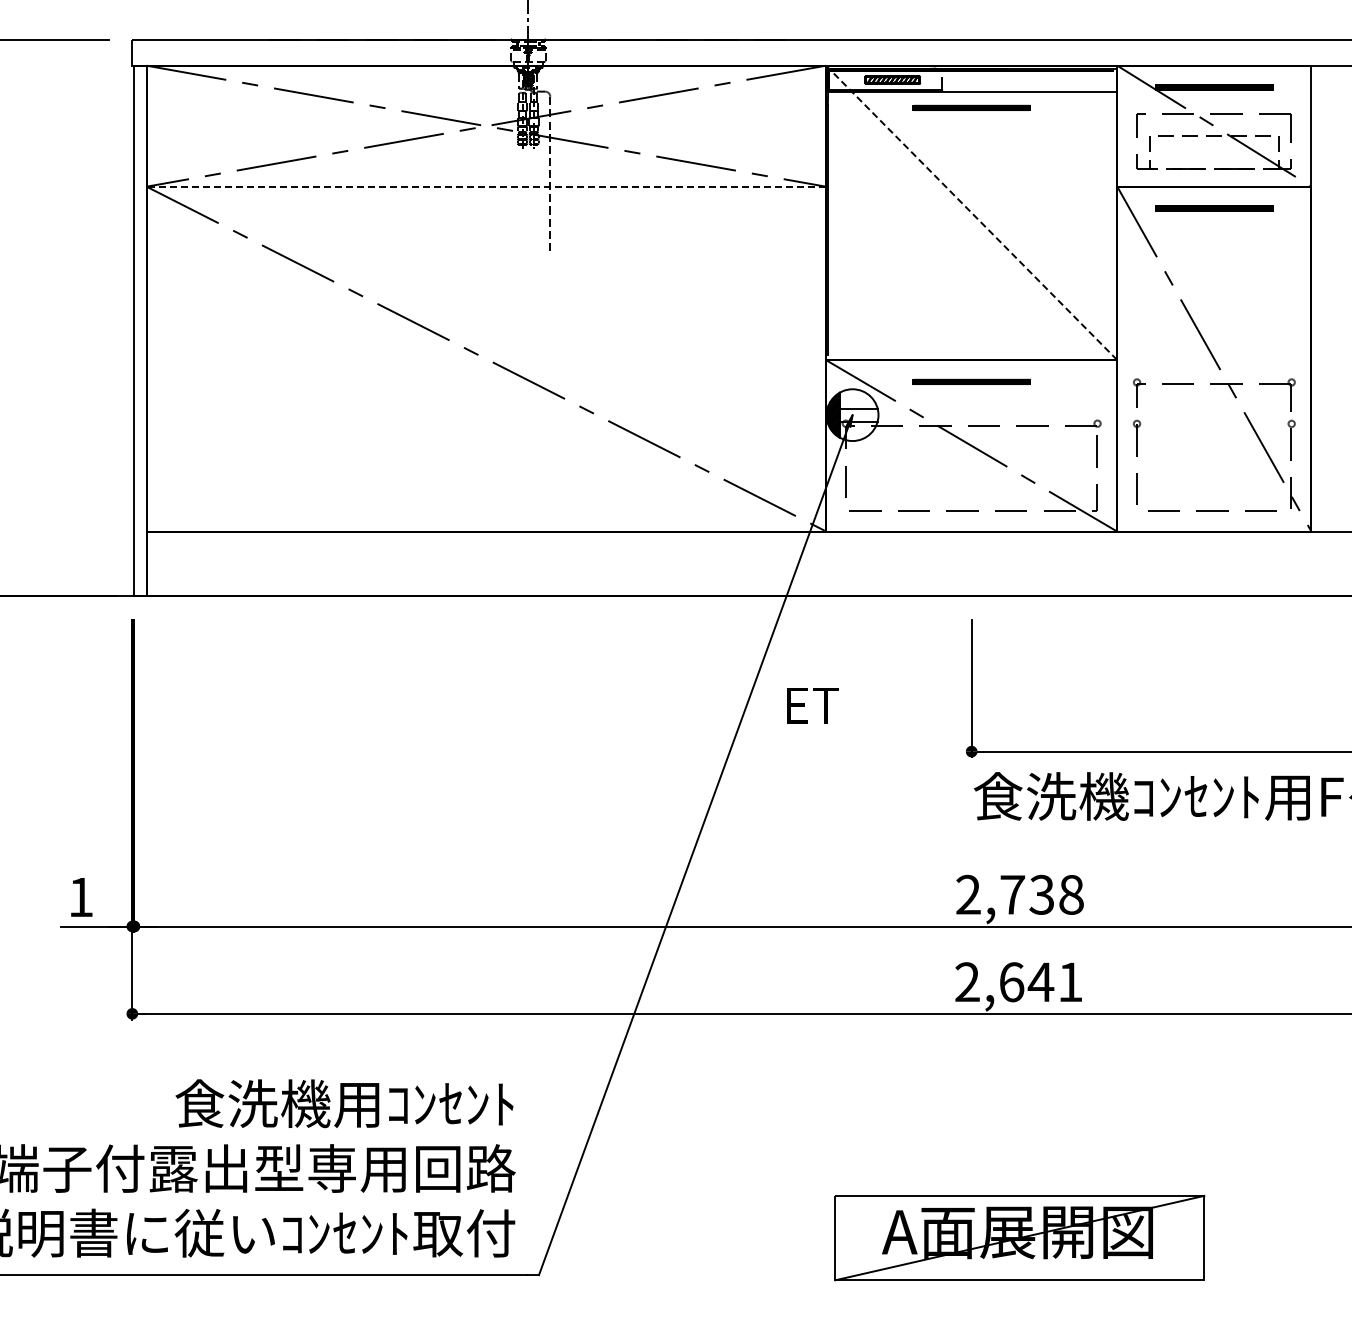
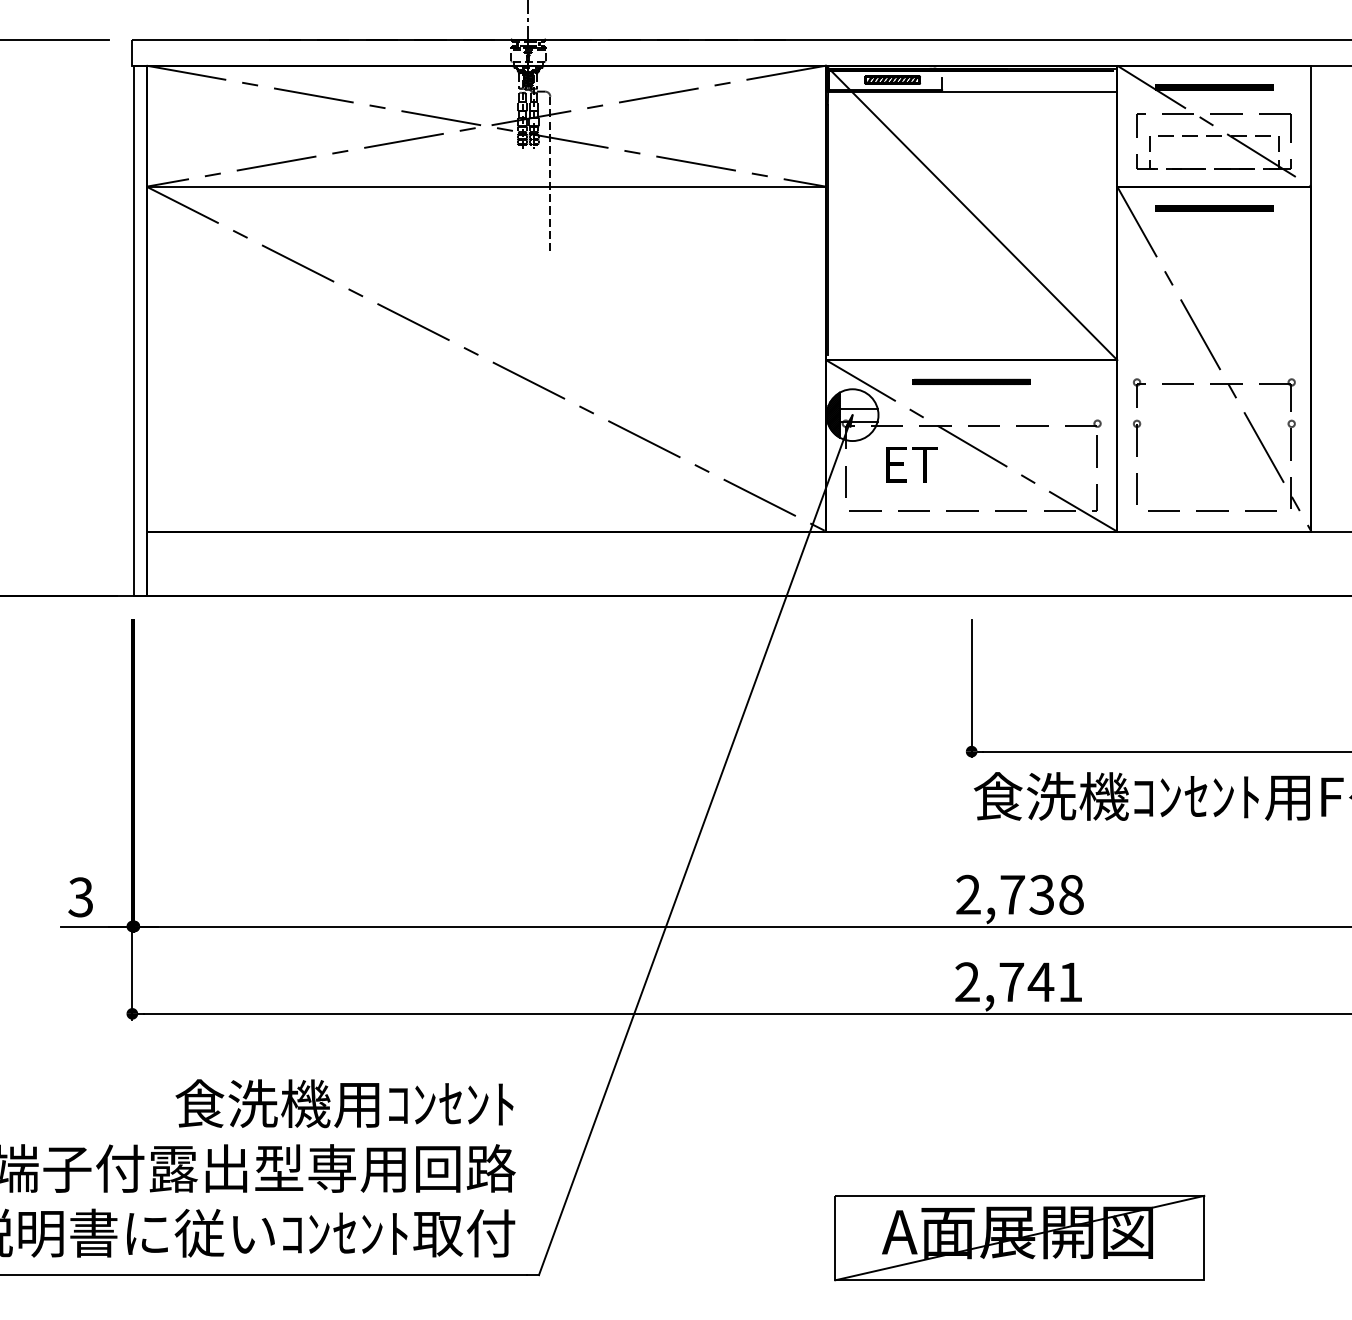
part at (971, 107): present -> none
line at (486, 186): dashed -> solid
line at (972, 213): dashed -> solid
text at (812, 705) position: (812, 705) -> (911, 464)
text at (80, 897): 1 -> 3
text at (1011, 982): 2,641 -> 2,741
